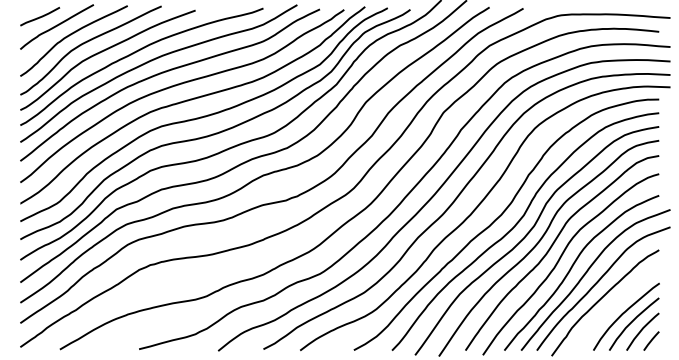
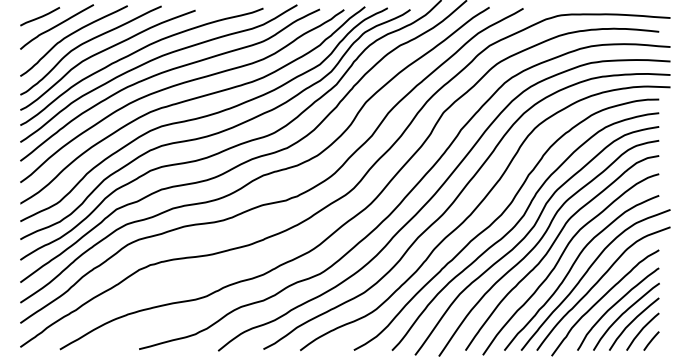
curve at (615, 305): none -> present
